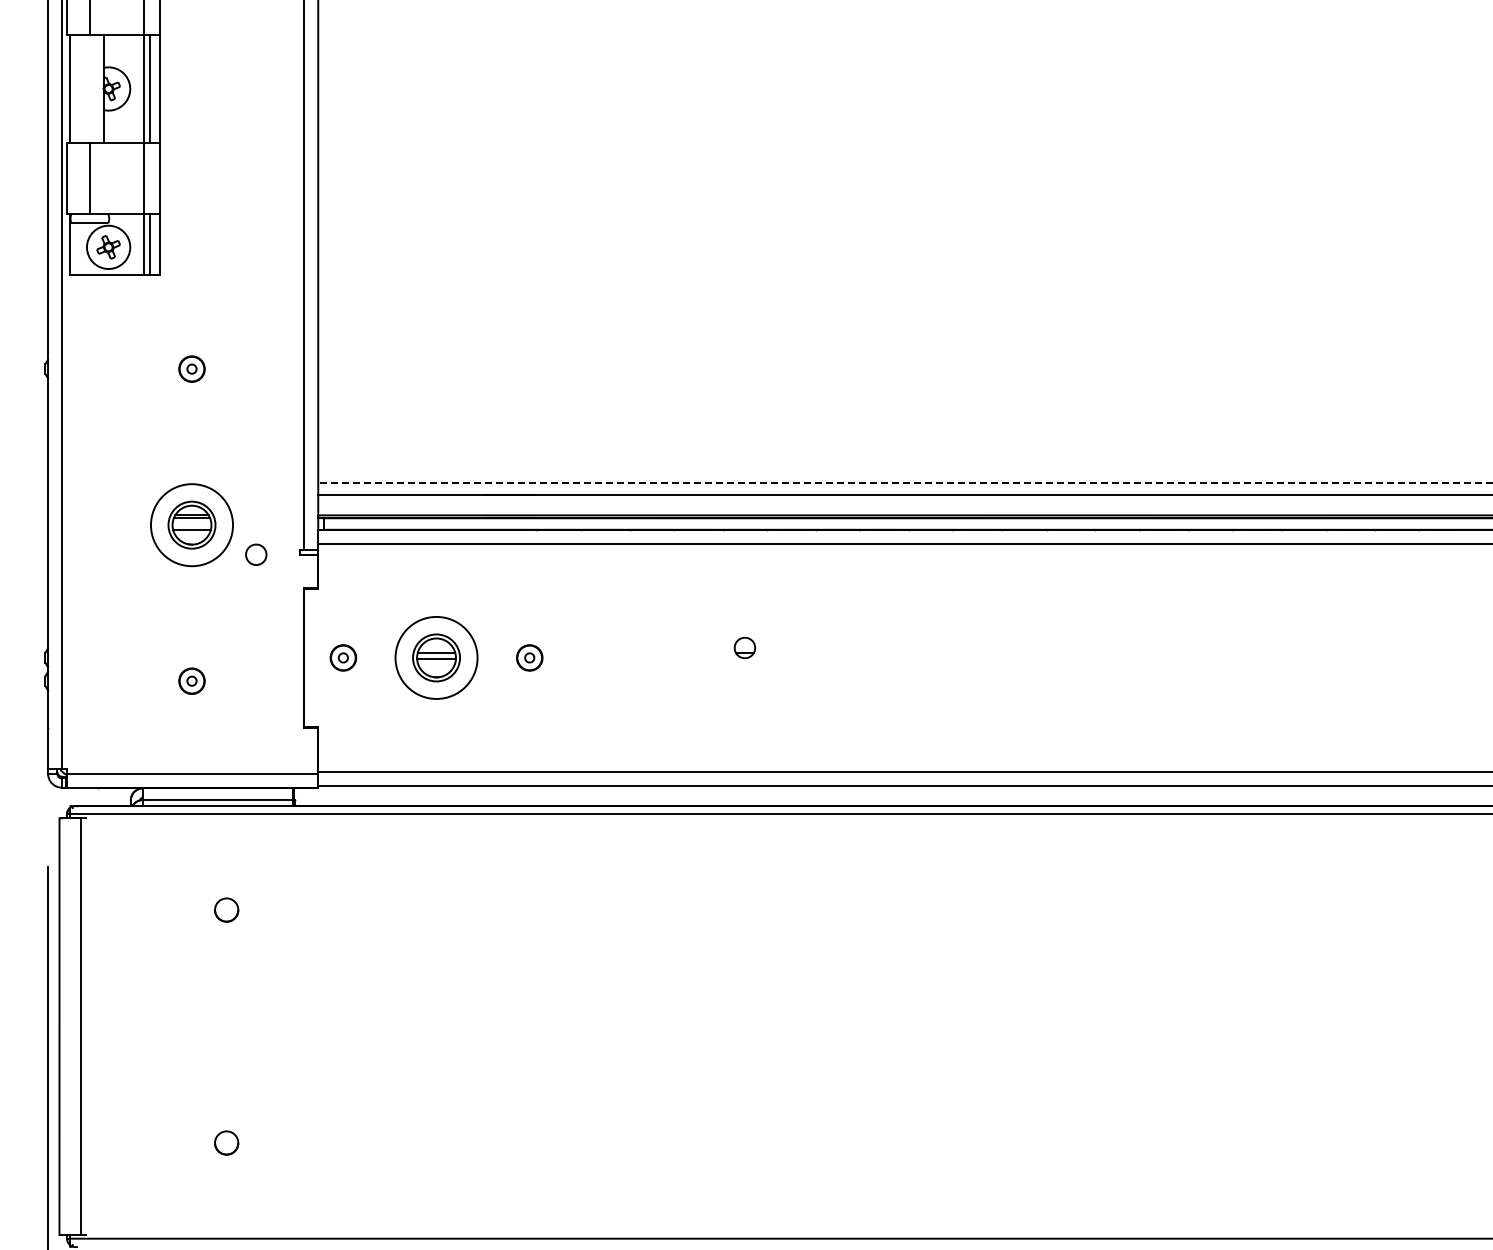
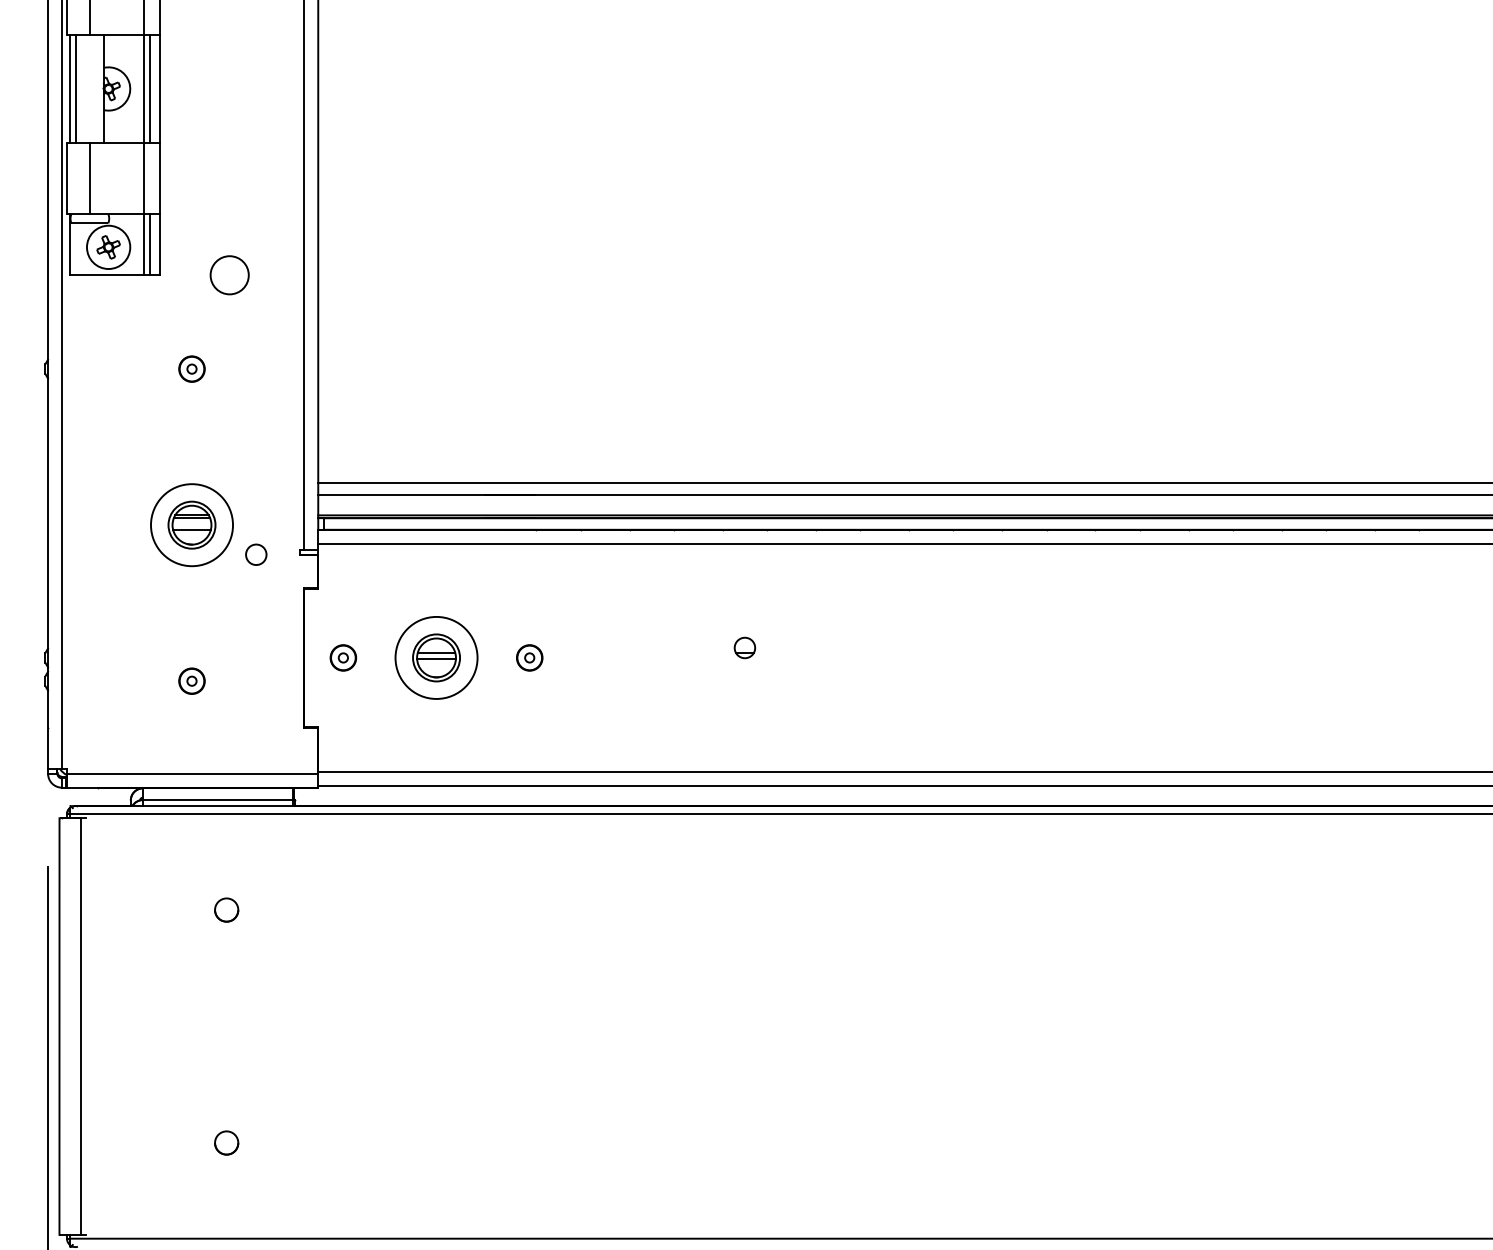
line at (76, 88): none -> present
circle at (229, 275): none -> present
line at (905, 482): dashed -> solid
